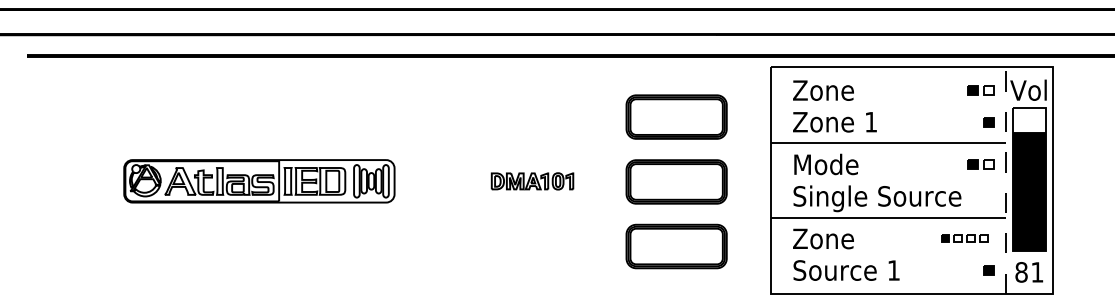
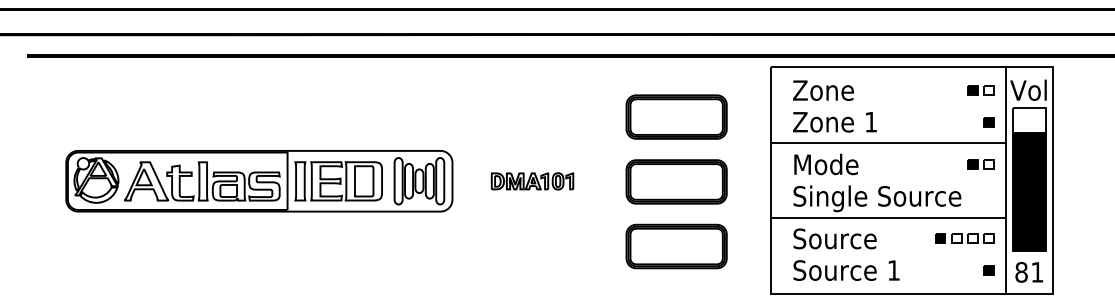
line at (1006, 180): dashed -> solid
part at (259, 181) size: 273x45 px -> 389x63 px
text at (834, 238): Zone -> Source
part at (964, 238) size: 48x9 px -> 60x11 px
